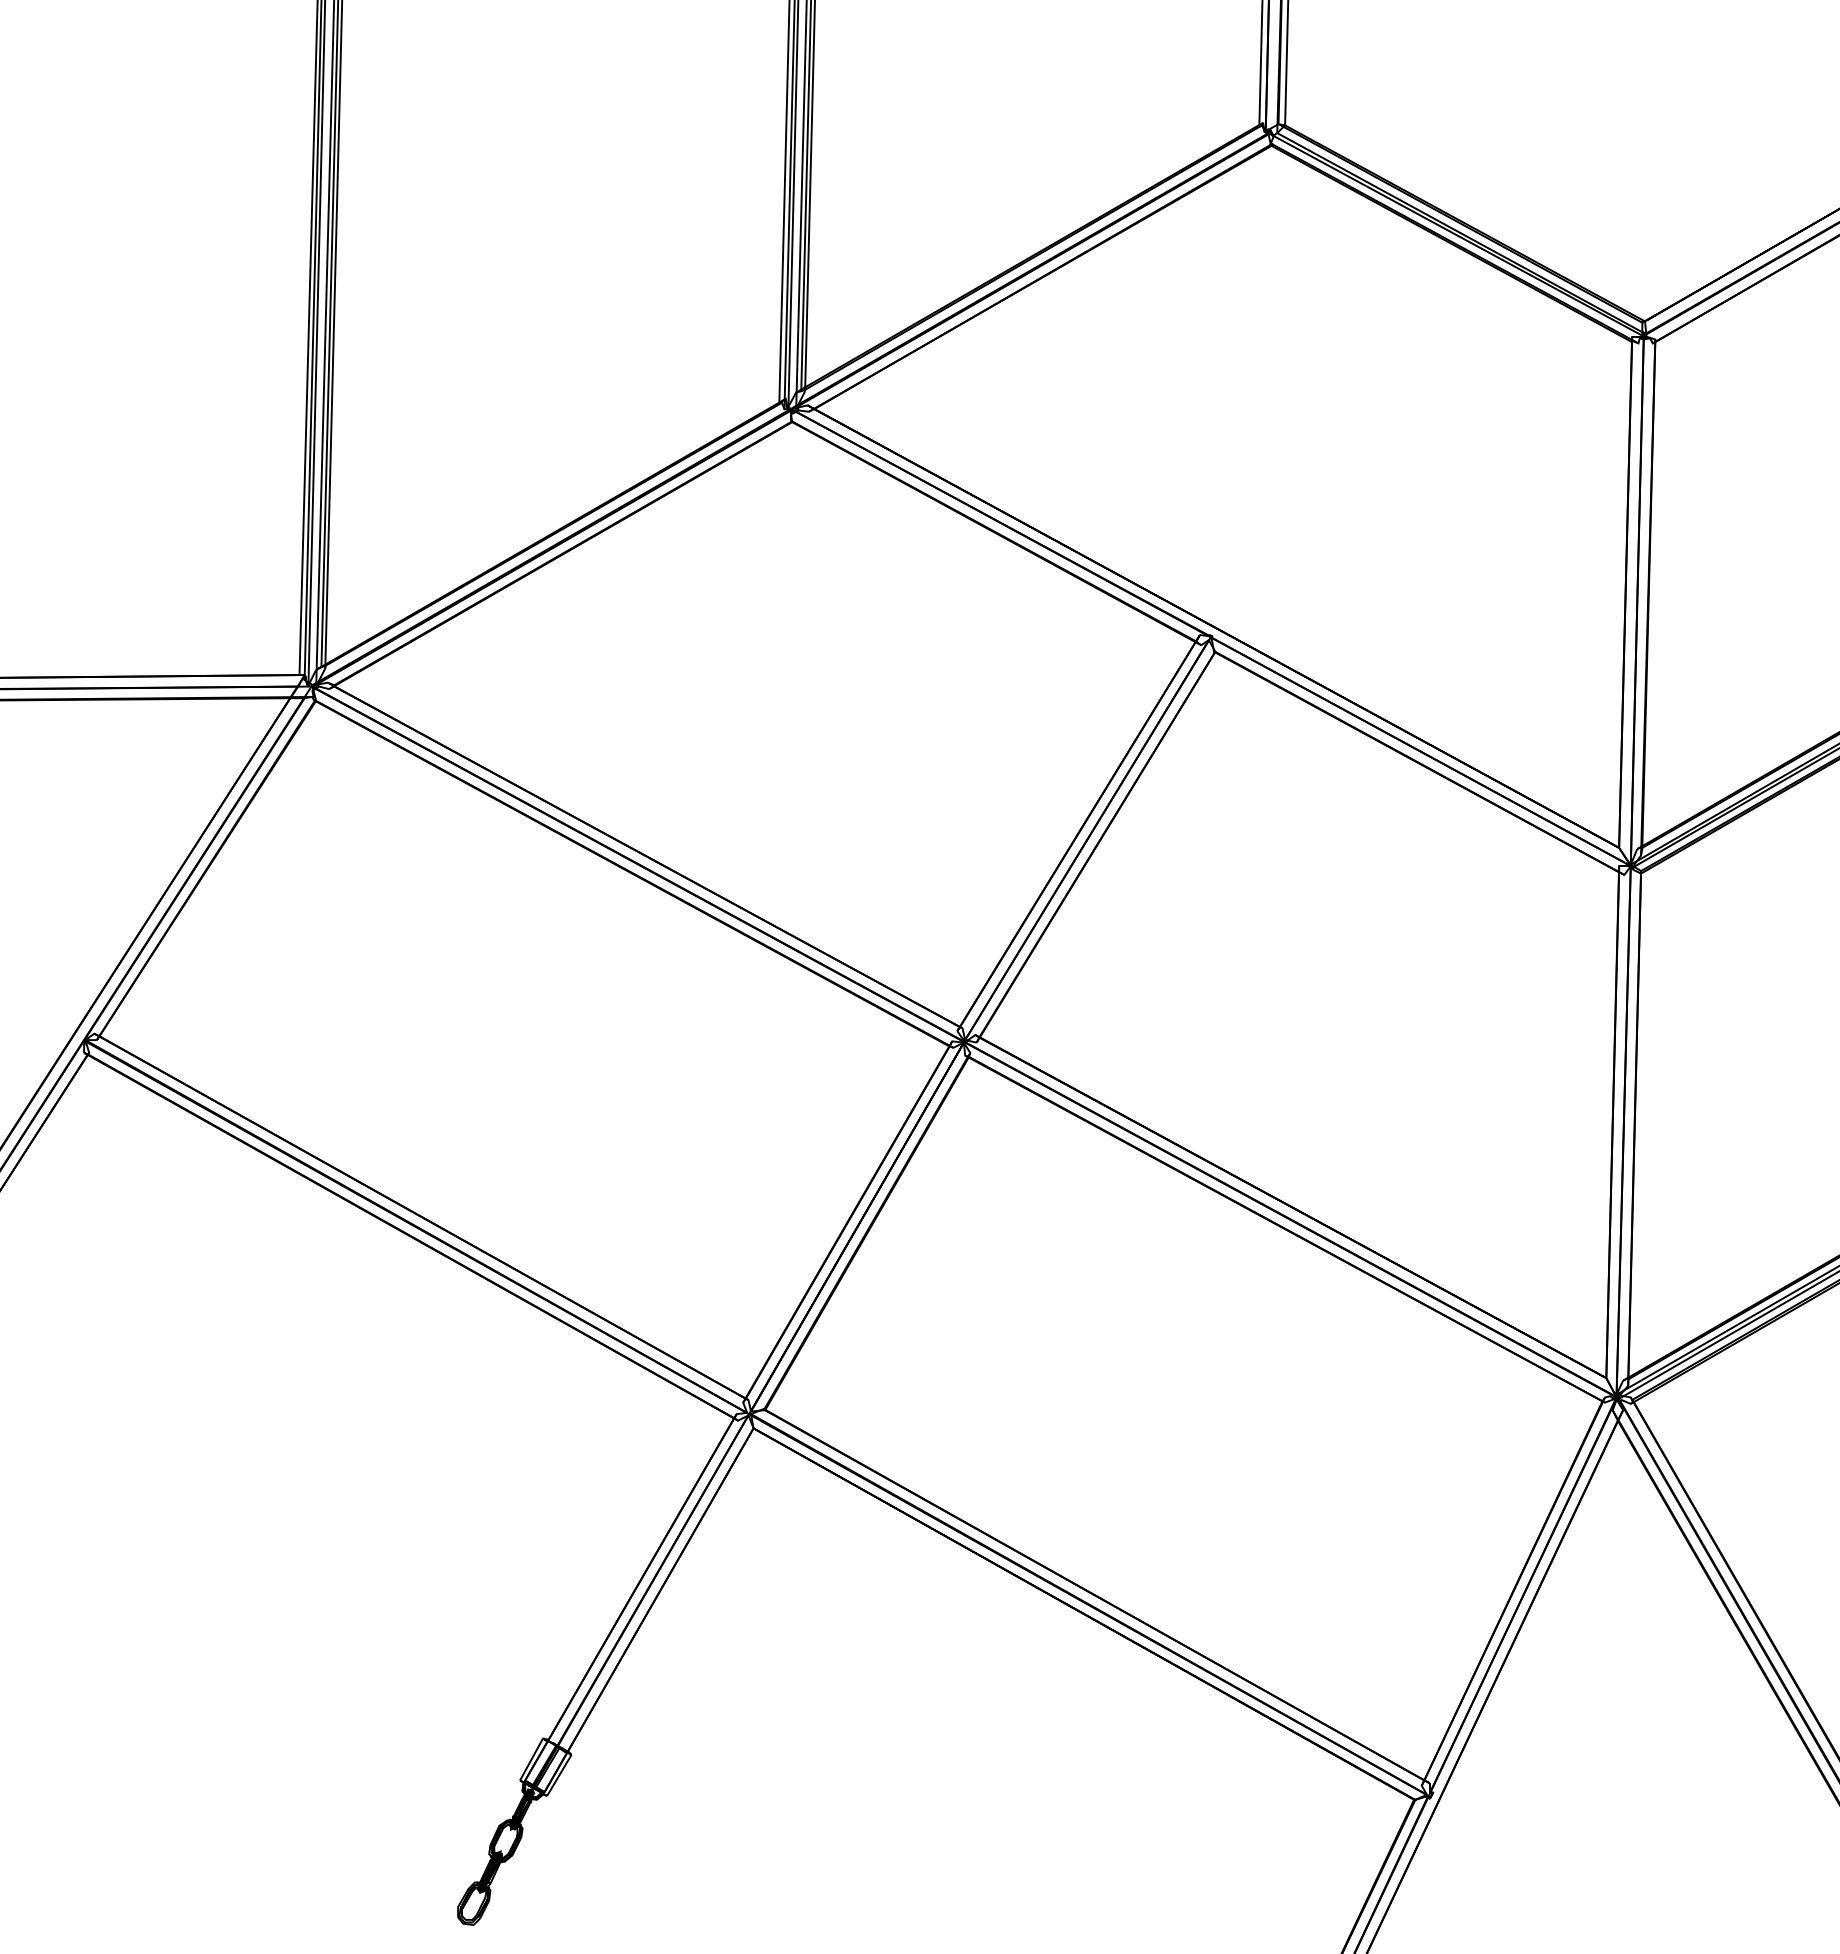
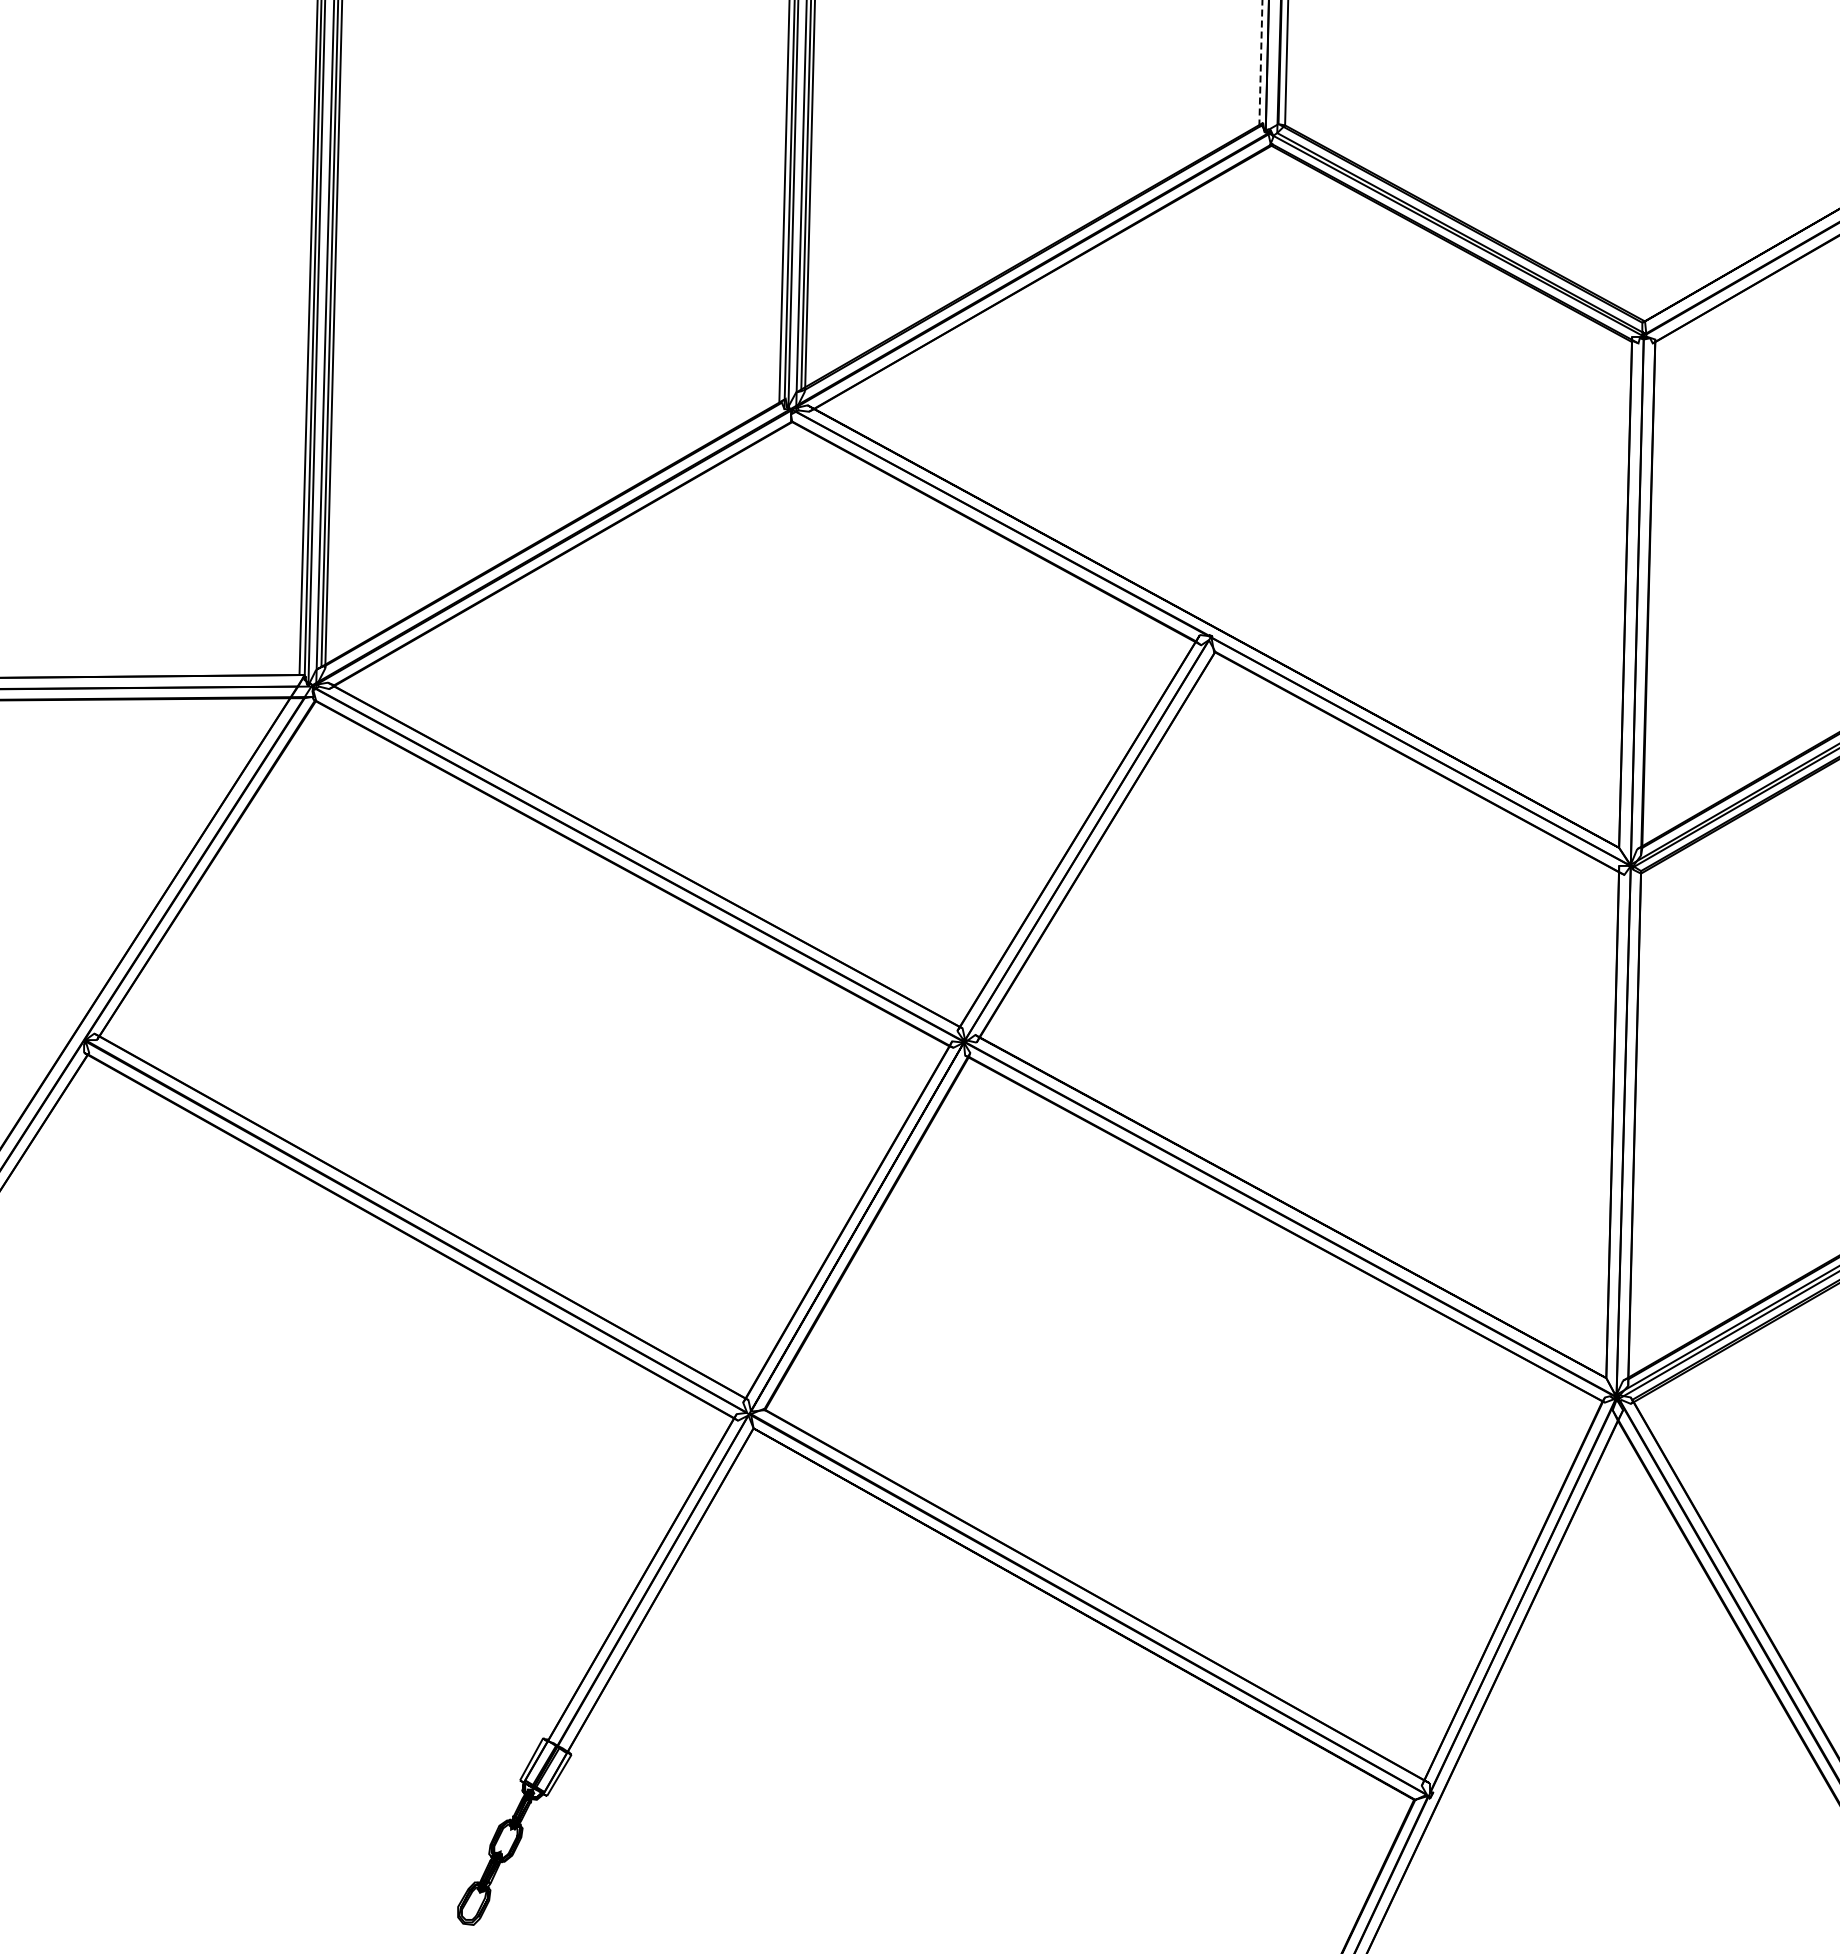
line at (1260, 63): solid -> dashed
